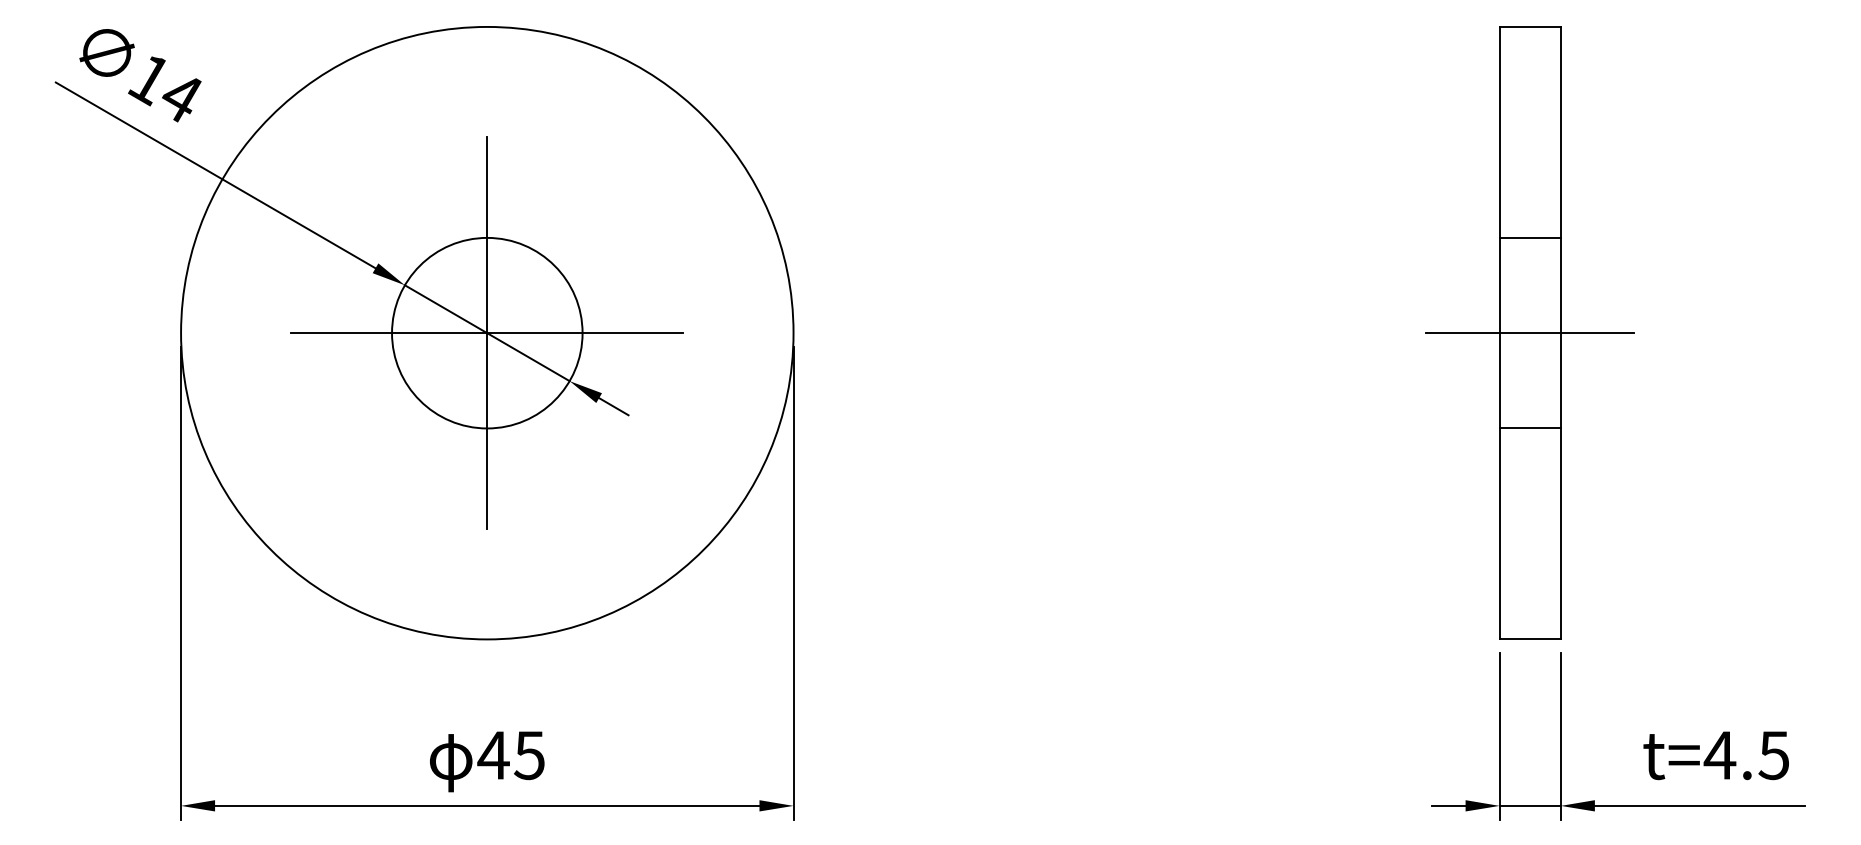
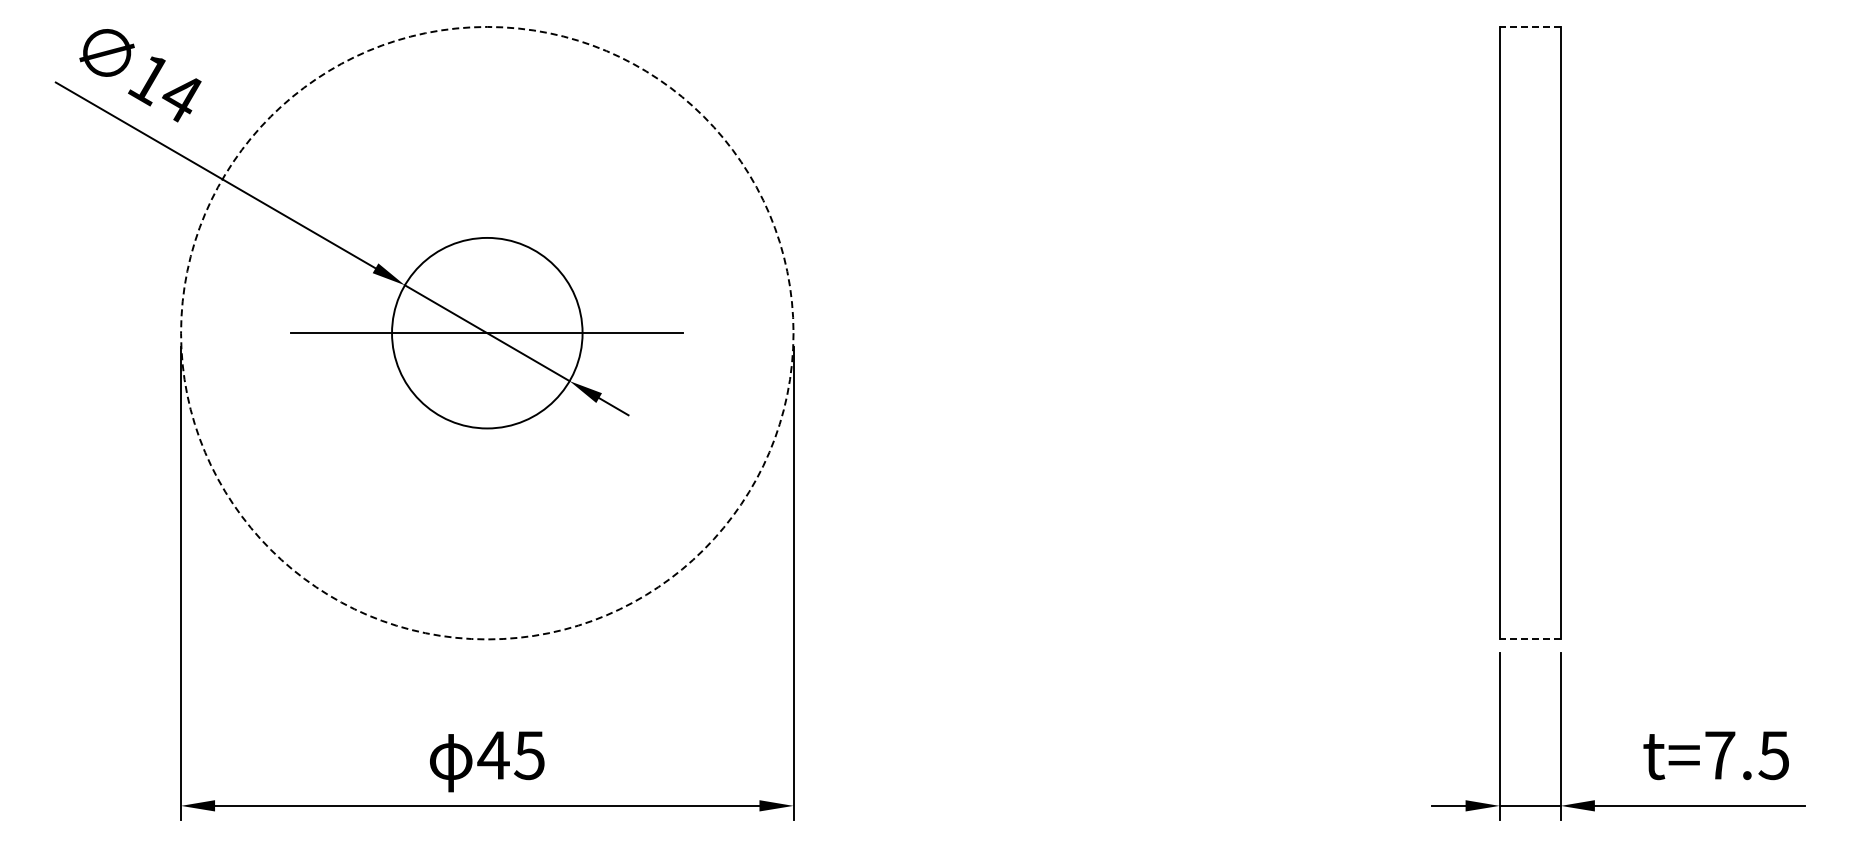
line at (1530, 26): solid -> dashed
line at (1529, 237): present -> none
circle at (487, 332): solid -> dashed
line at (487, 333): present -> none
line at (1530, 333): present -> none
line at (1529, 428): present -> none
line at (1530, 639): solid -> dashed
text at (1719, 755): t=4.5 -> t=7.5
